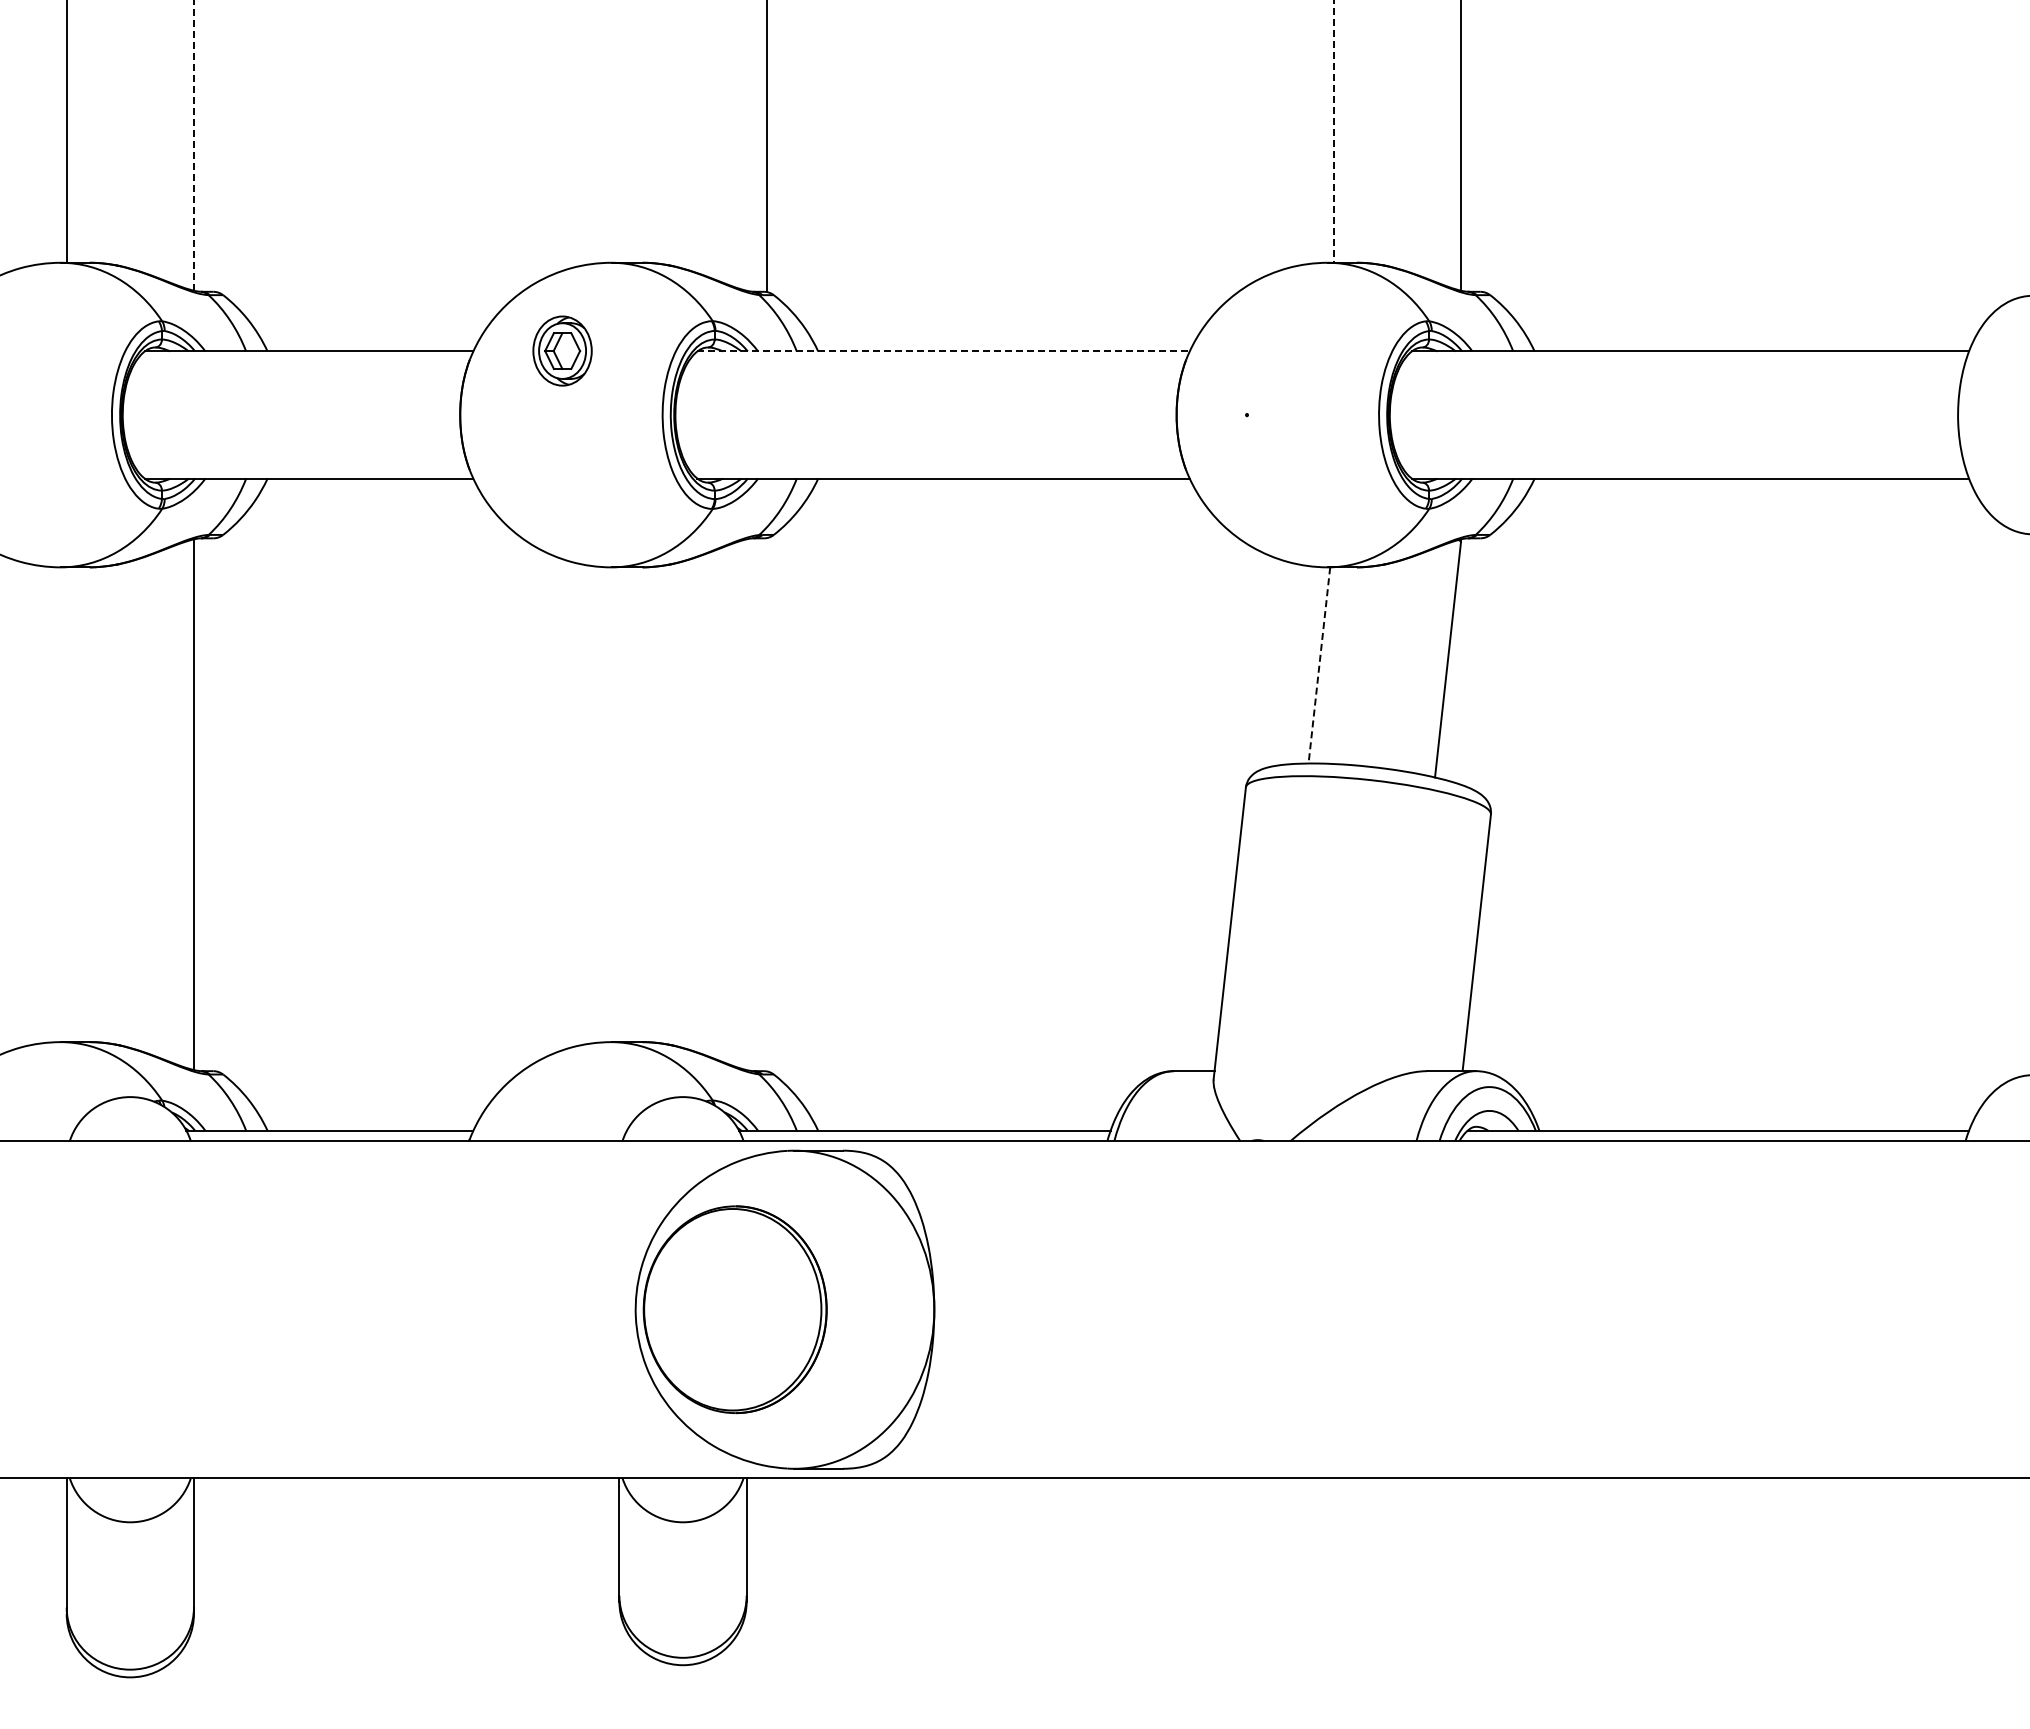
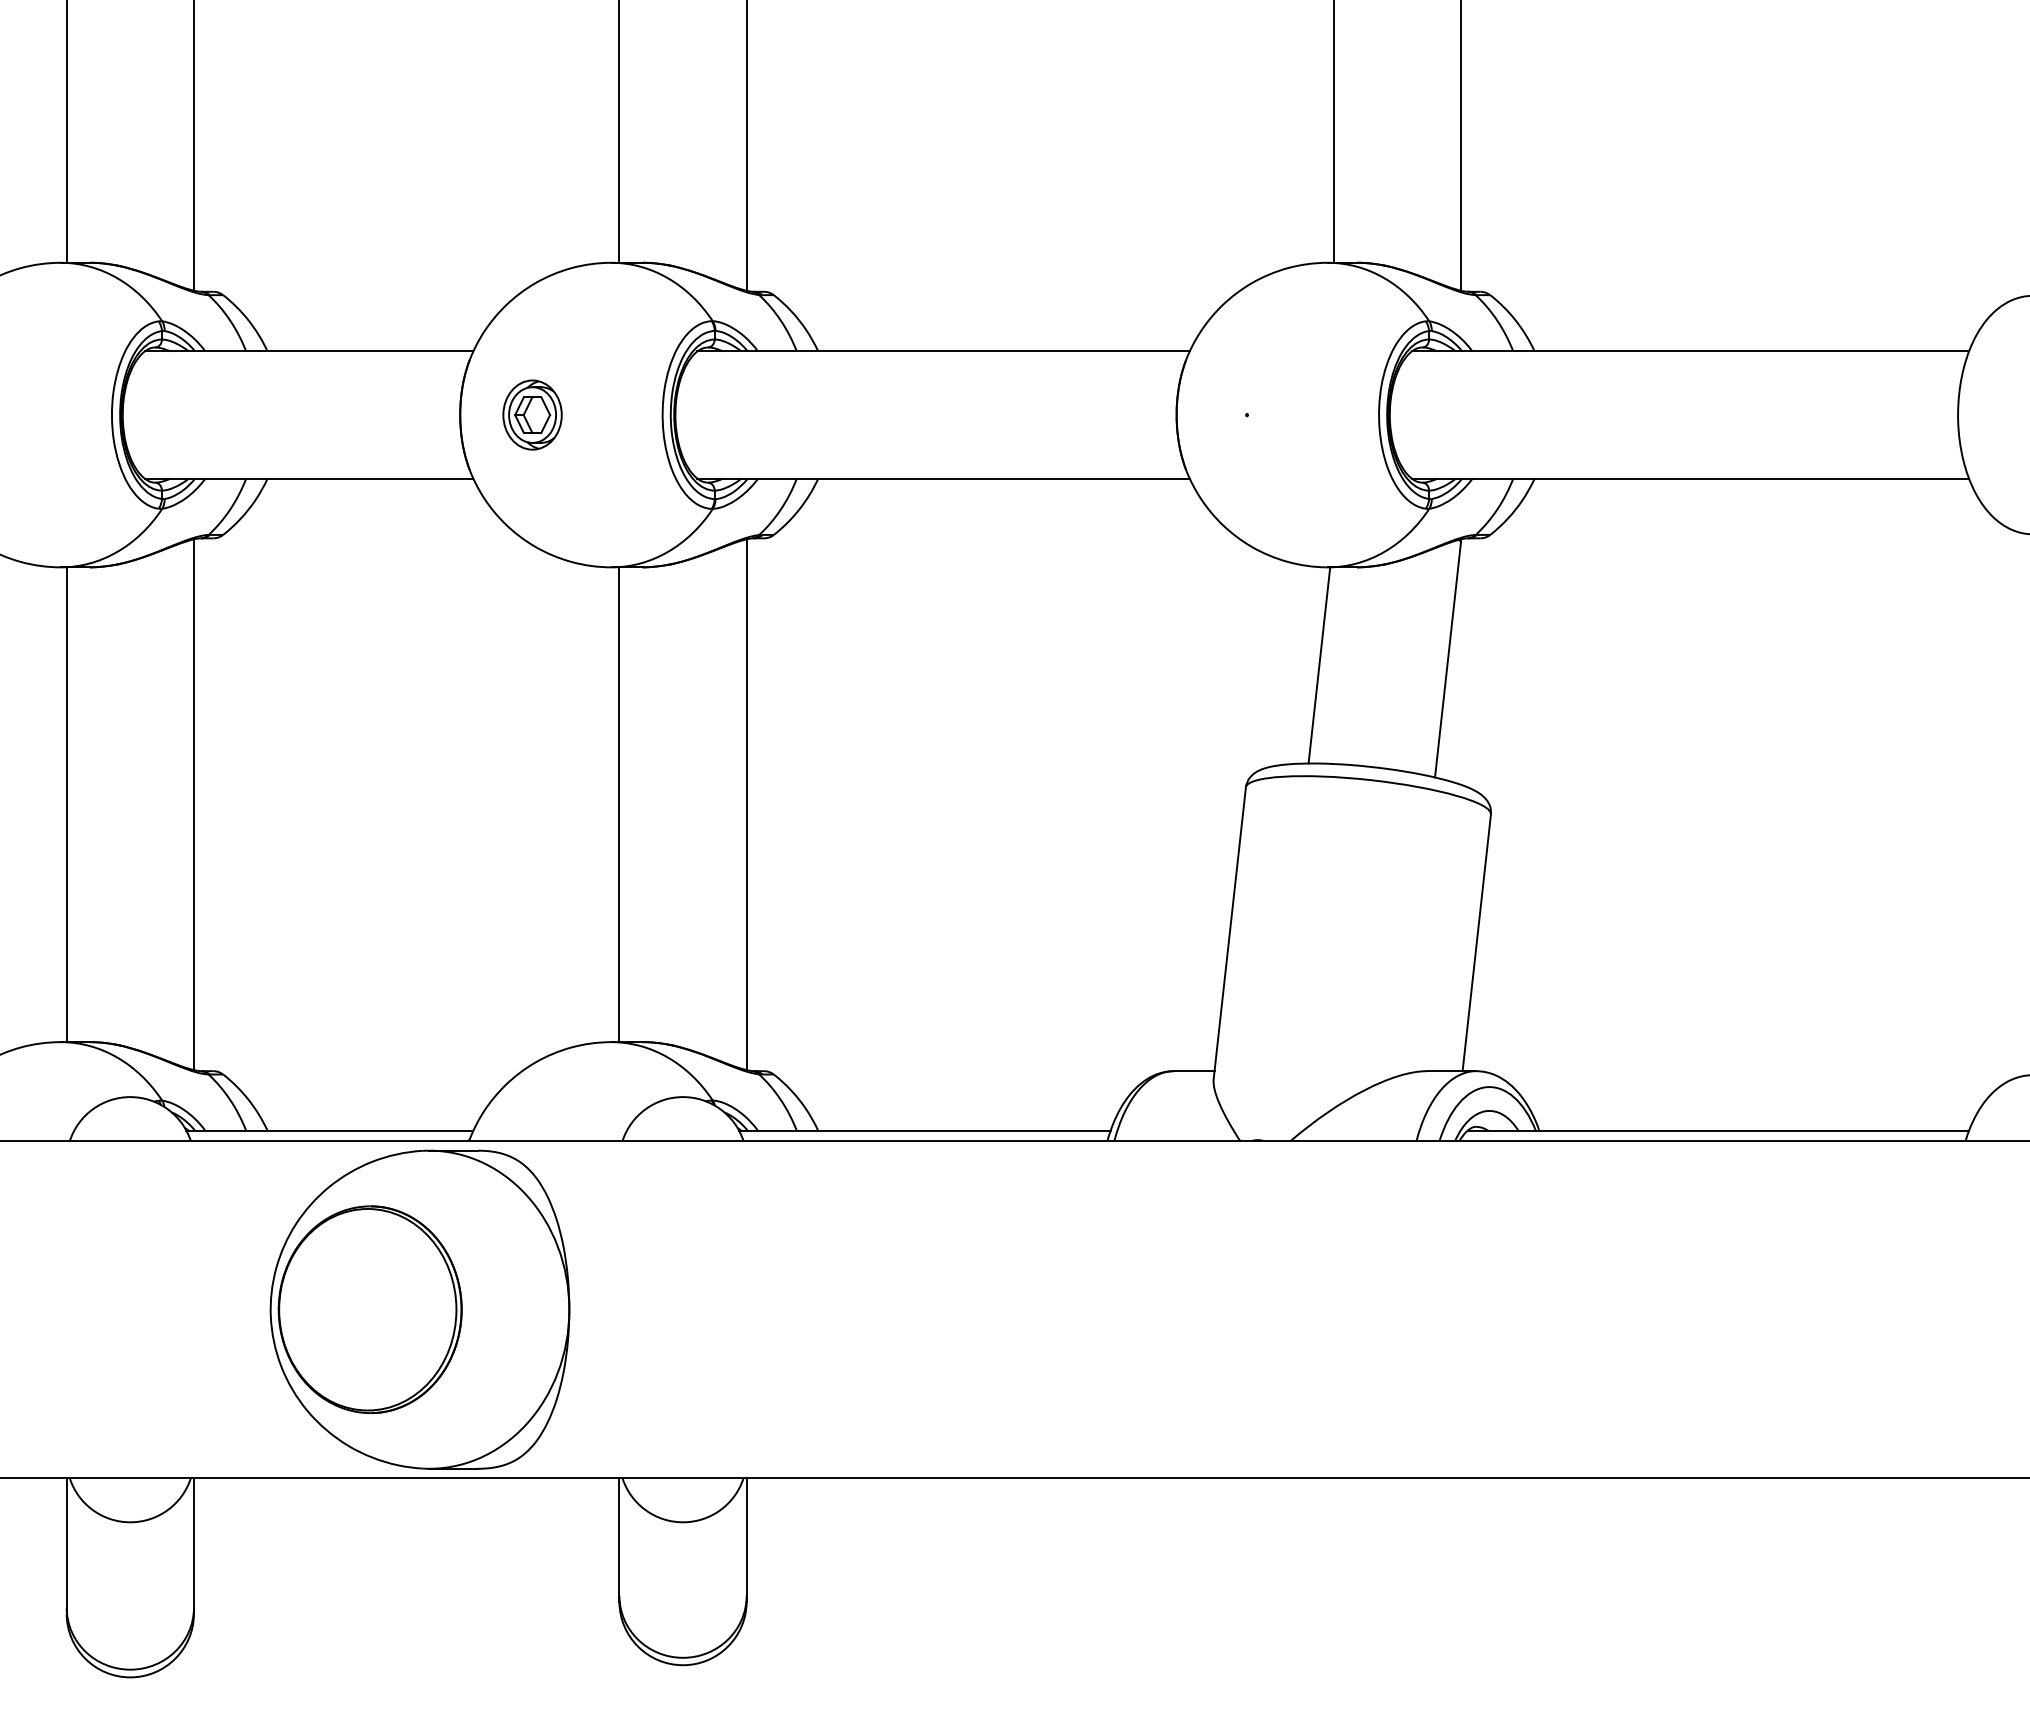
line at (1333, 131): dashed -> solid
line at (619, 132): none -> present
line at (193, 145): dashed -> solid
line at (766, 146) position: (766, 146) -> (746, 146)
part at (562, 350) position: (562, 350) -> (532, 414)
line at (944, 351): dashed -> solid
line at (1319, 665): dashed -> solid
line at (66, 804): none -> present
line at (619, 804): none -> present
line at (746, 804): none -> present
part at (784, 1309) position: (784, 1309) -> (419, 1309)
